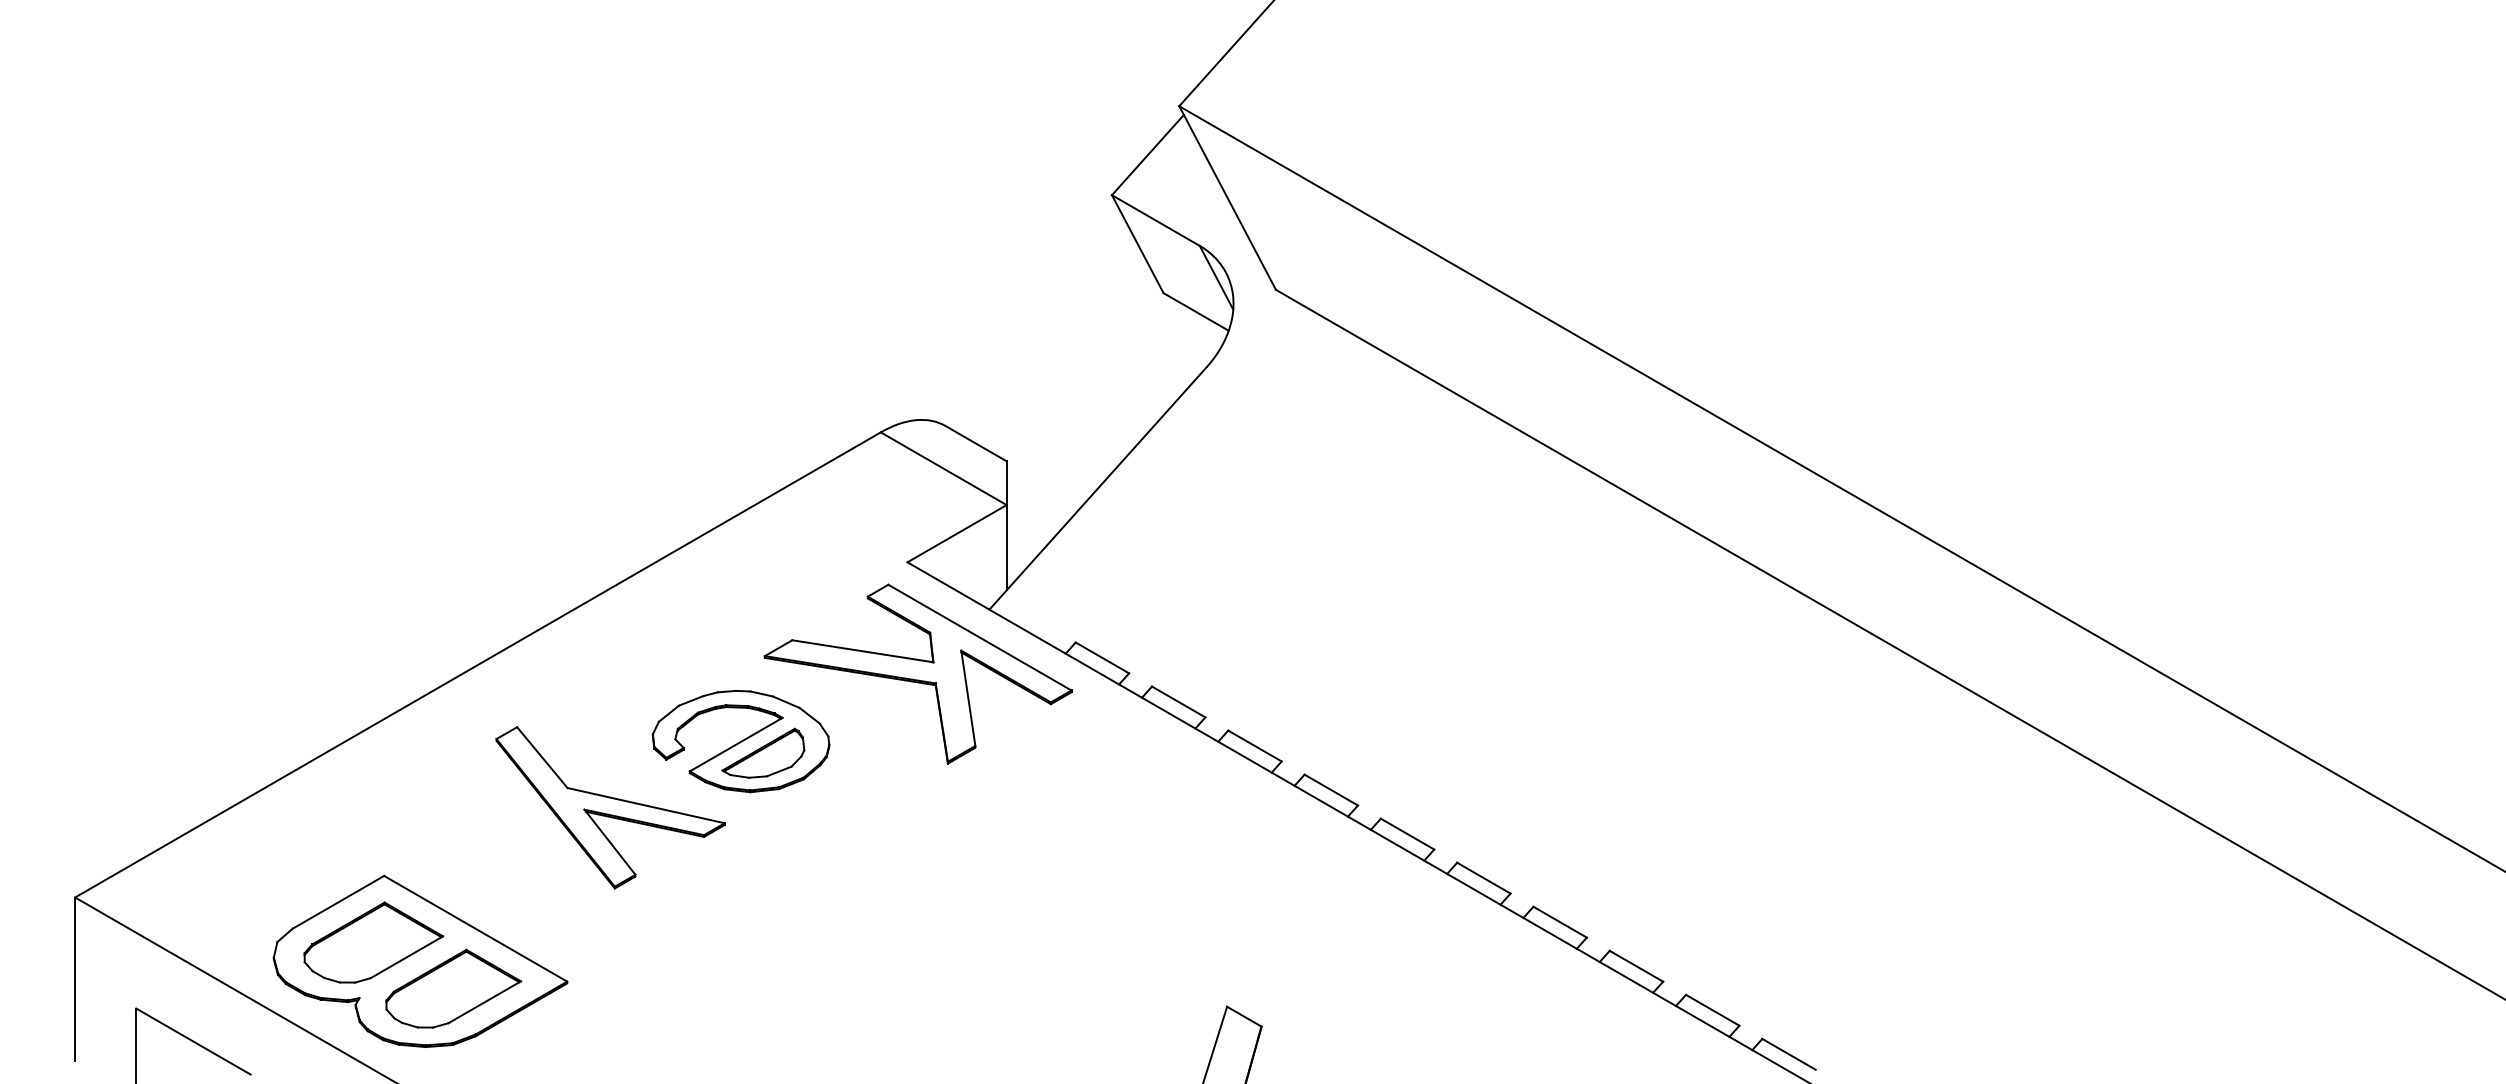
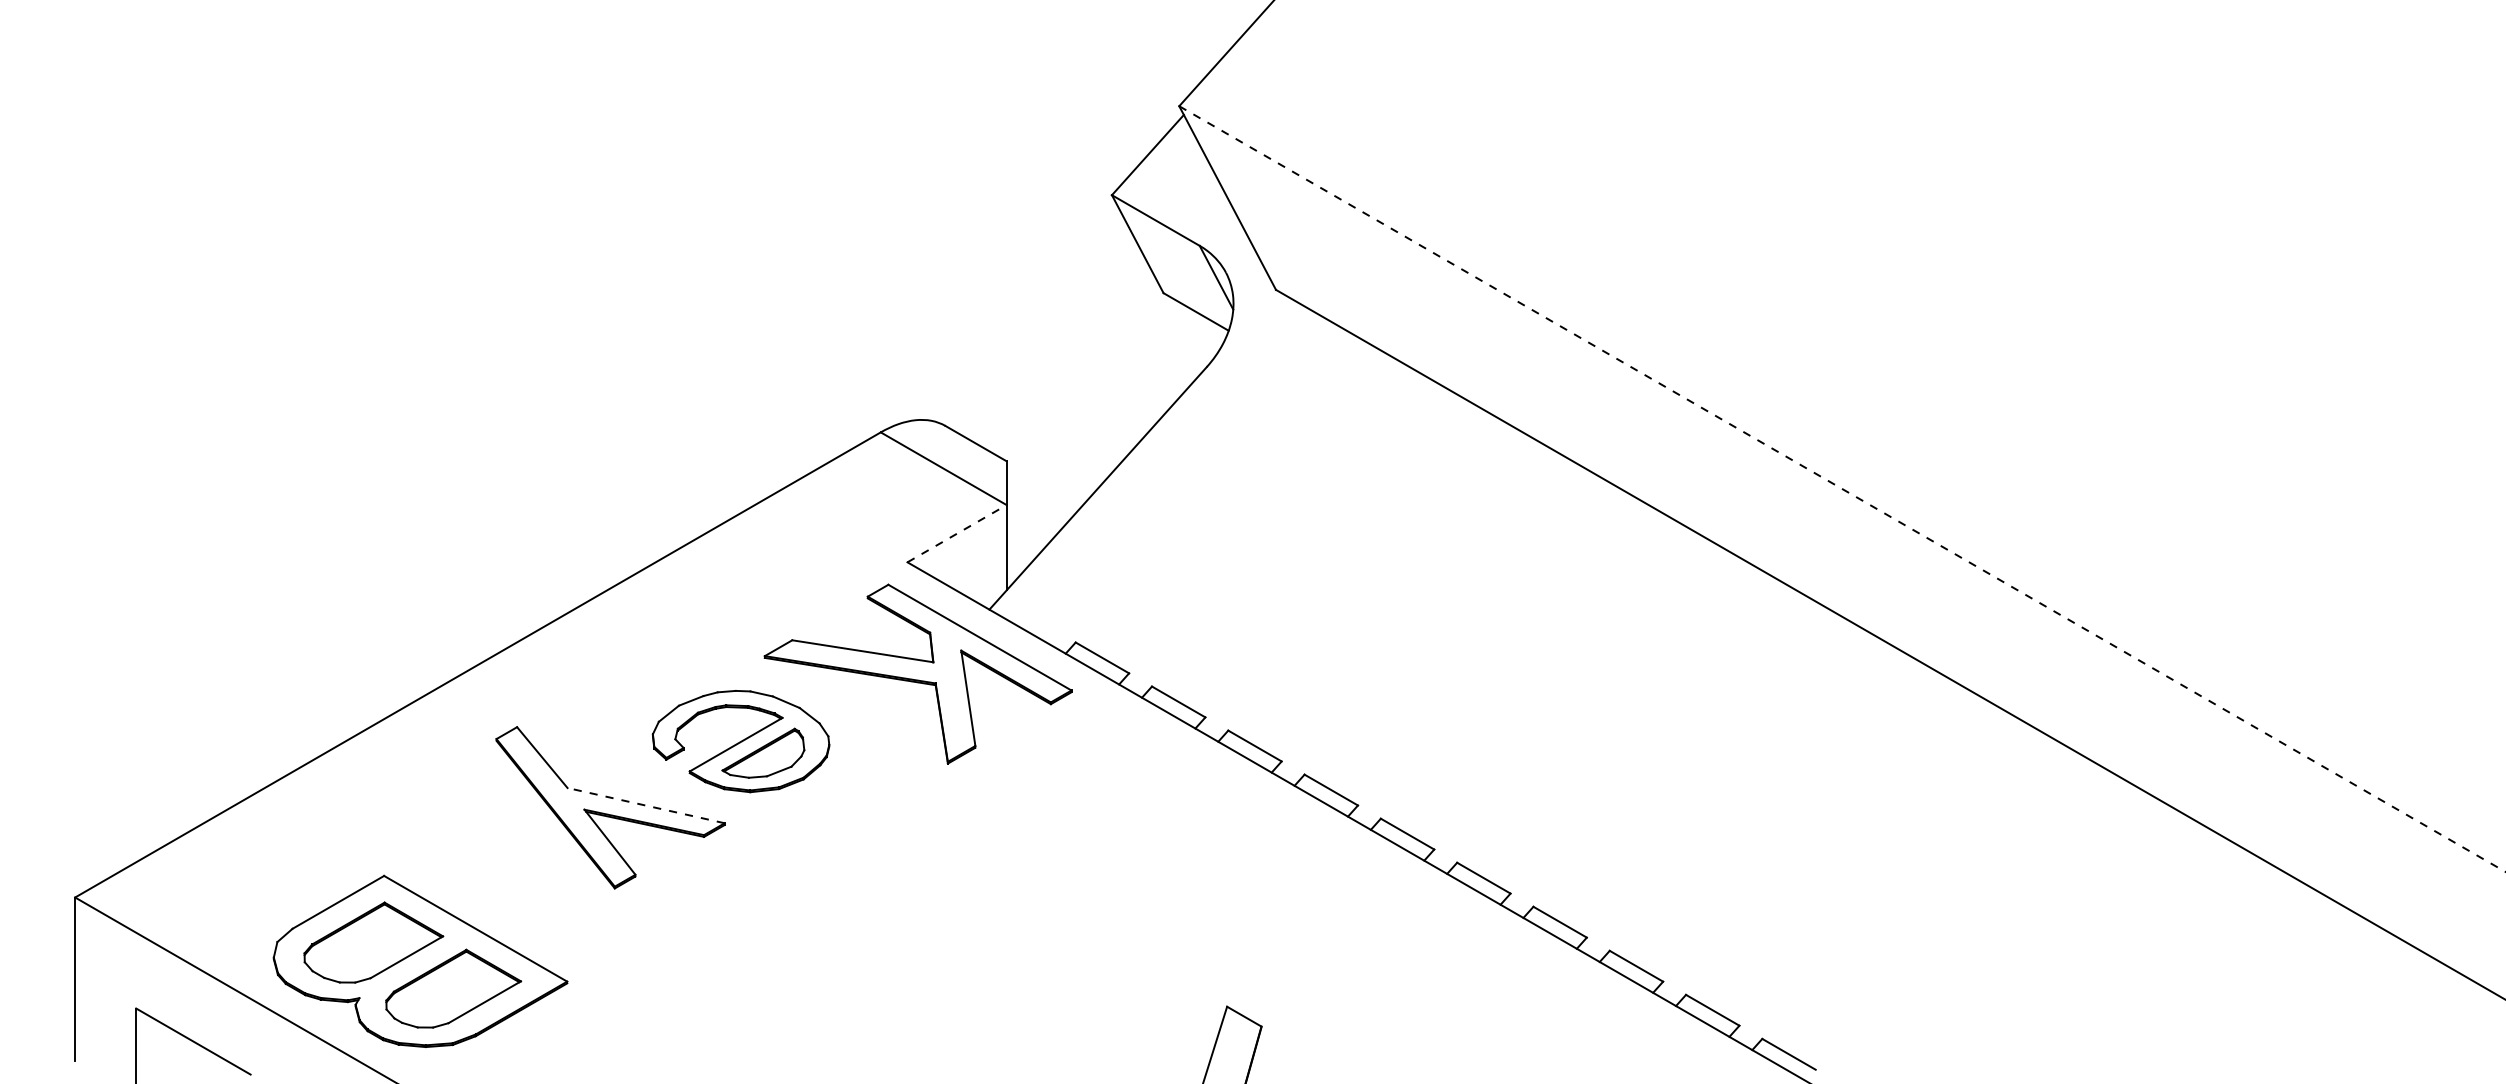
line at (1842, 489): solid -> dashed
line at (957, 533): solid -> dashed
line at (646, 805): solid -> dashed
